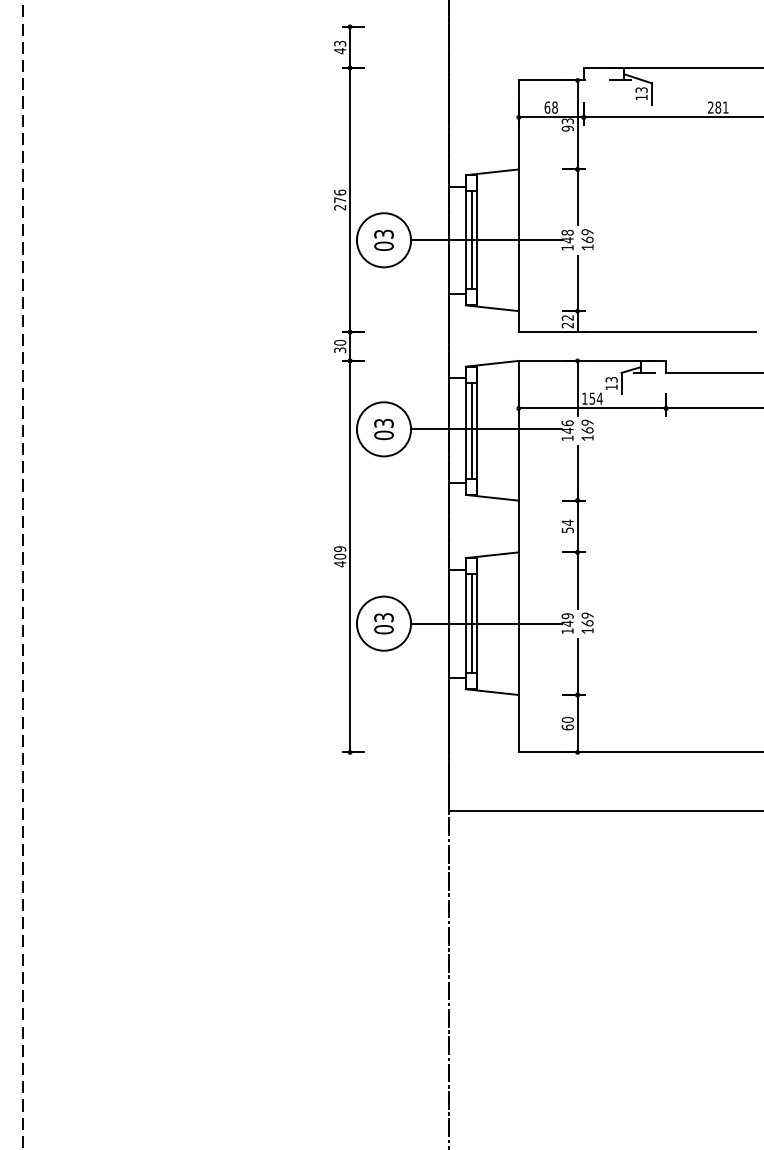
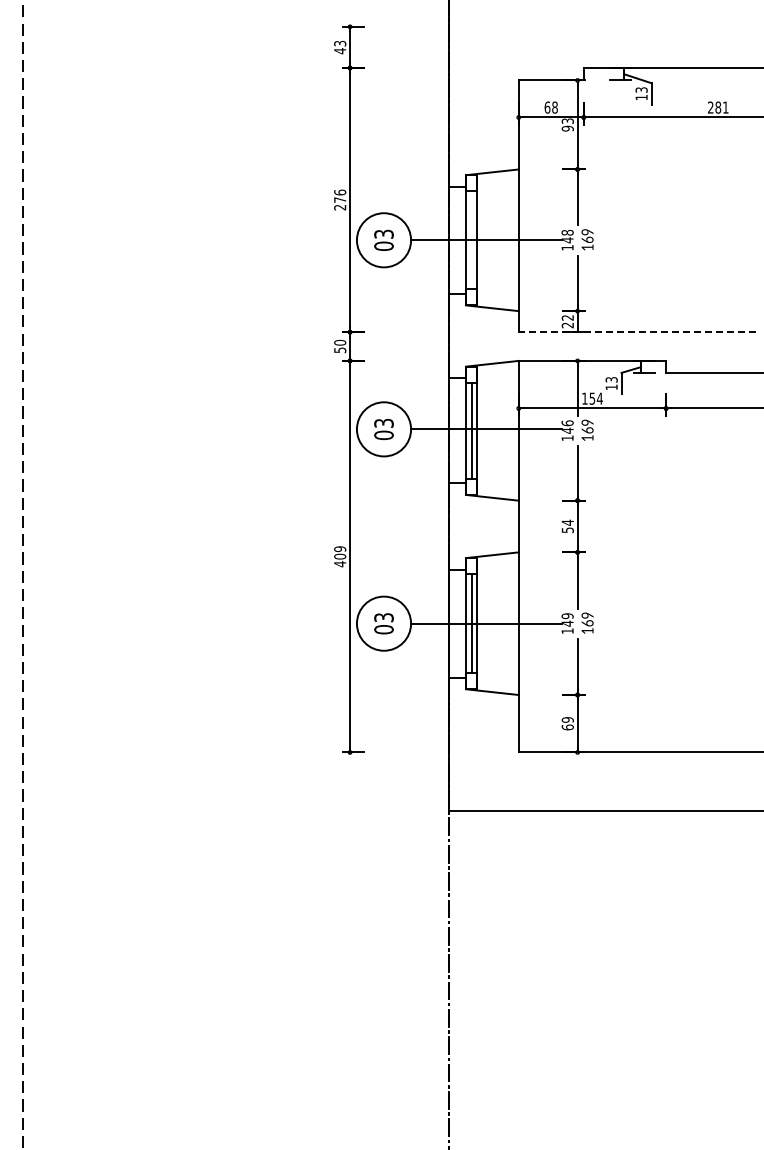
line at (471, 240): present -> none
line at (637, 332): solid -> dashed
text at (339, 349): 30 -> 50
text at (567, 719): 60 -> 69
